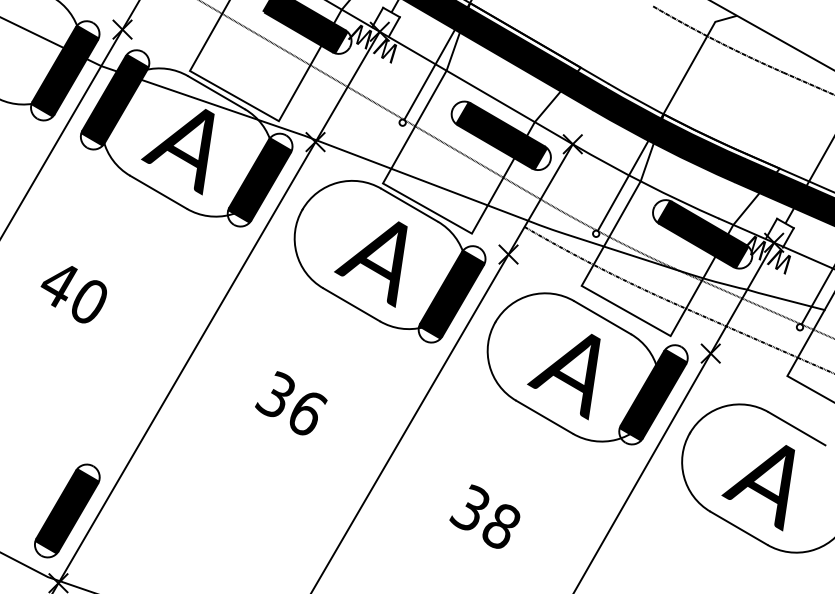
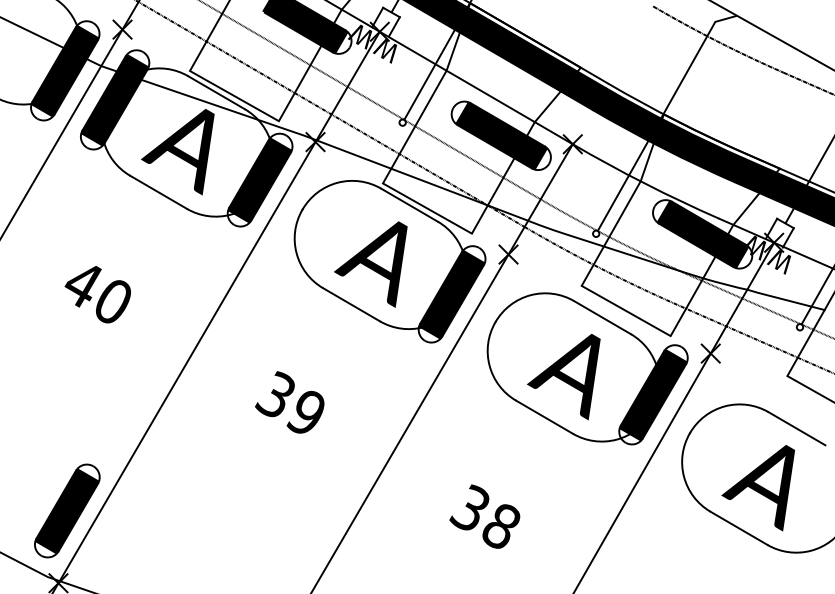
line at (331, 114): none -> present
text at (73, 294) position: (73, 294) -> (97, 294)
text at (306, 412): 36 -> 39
